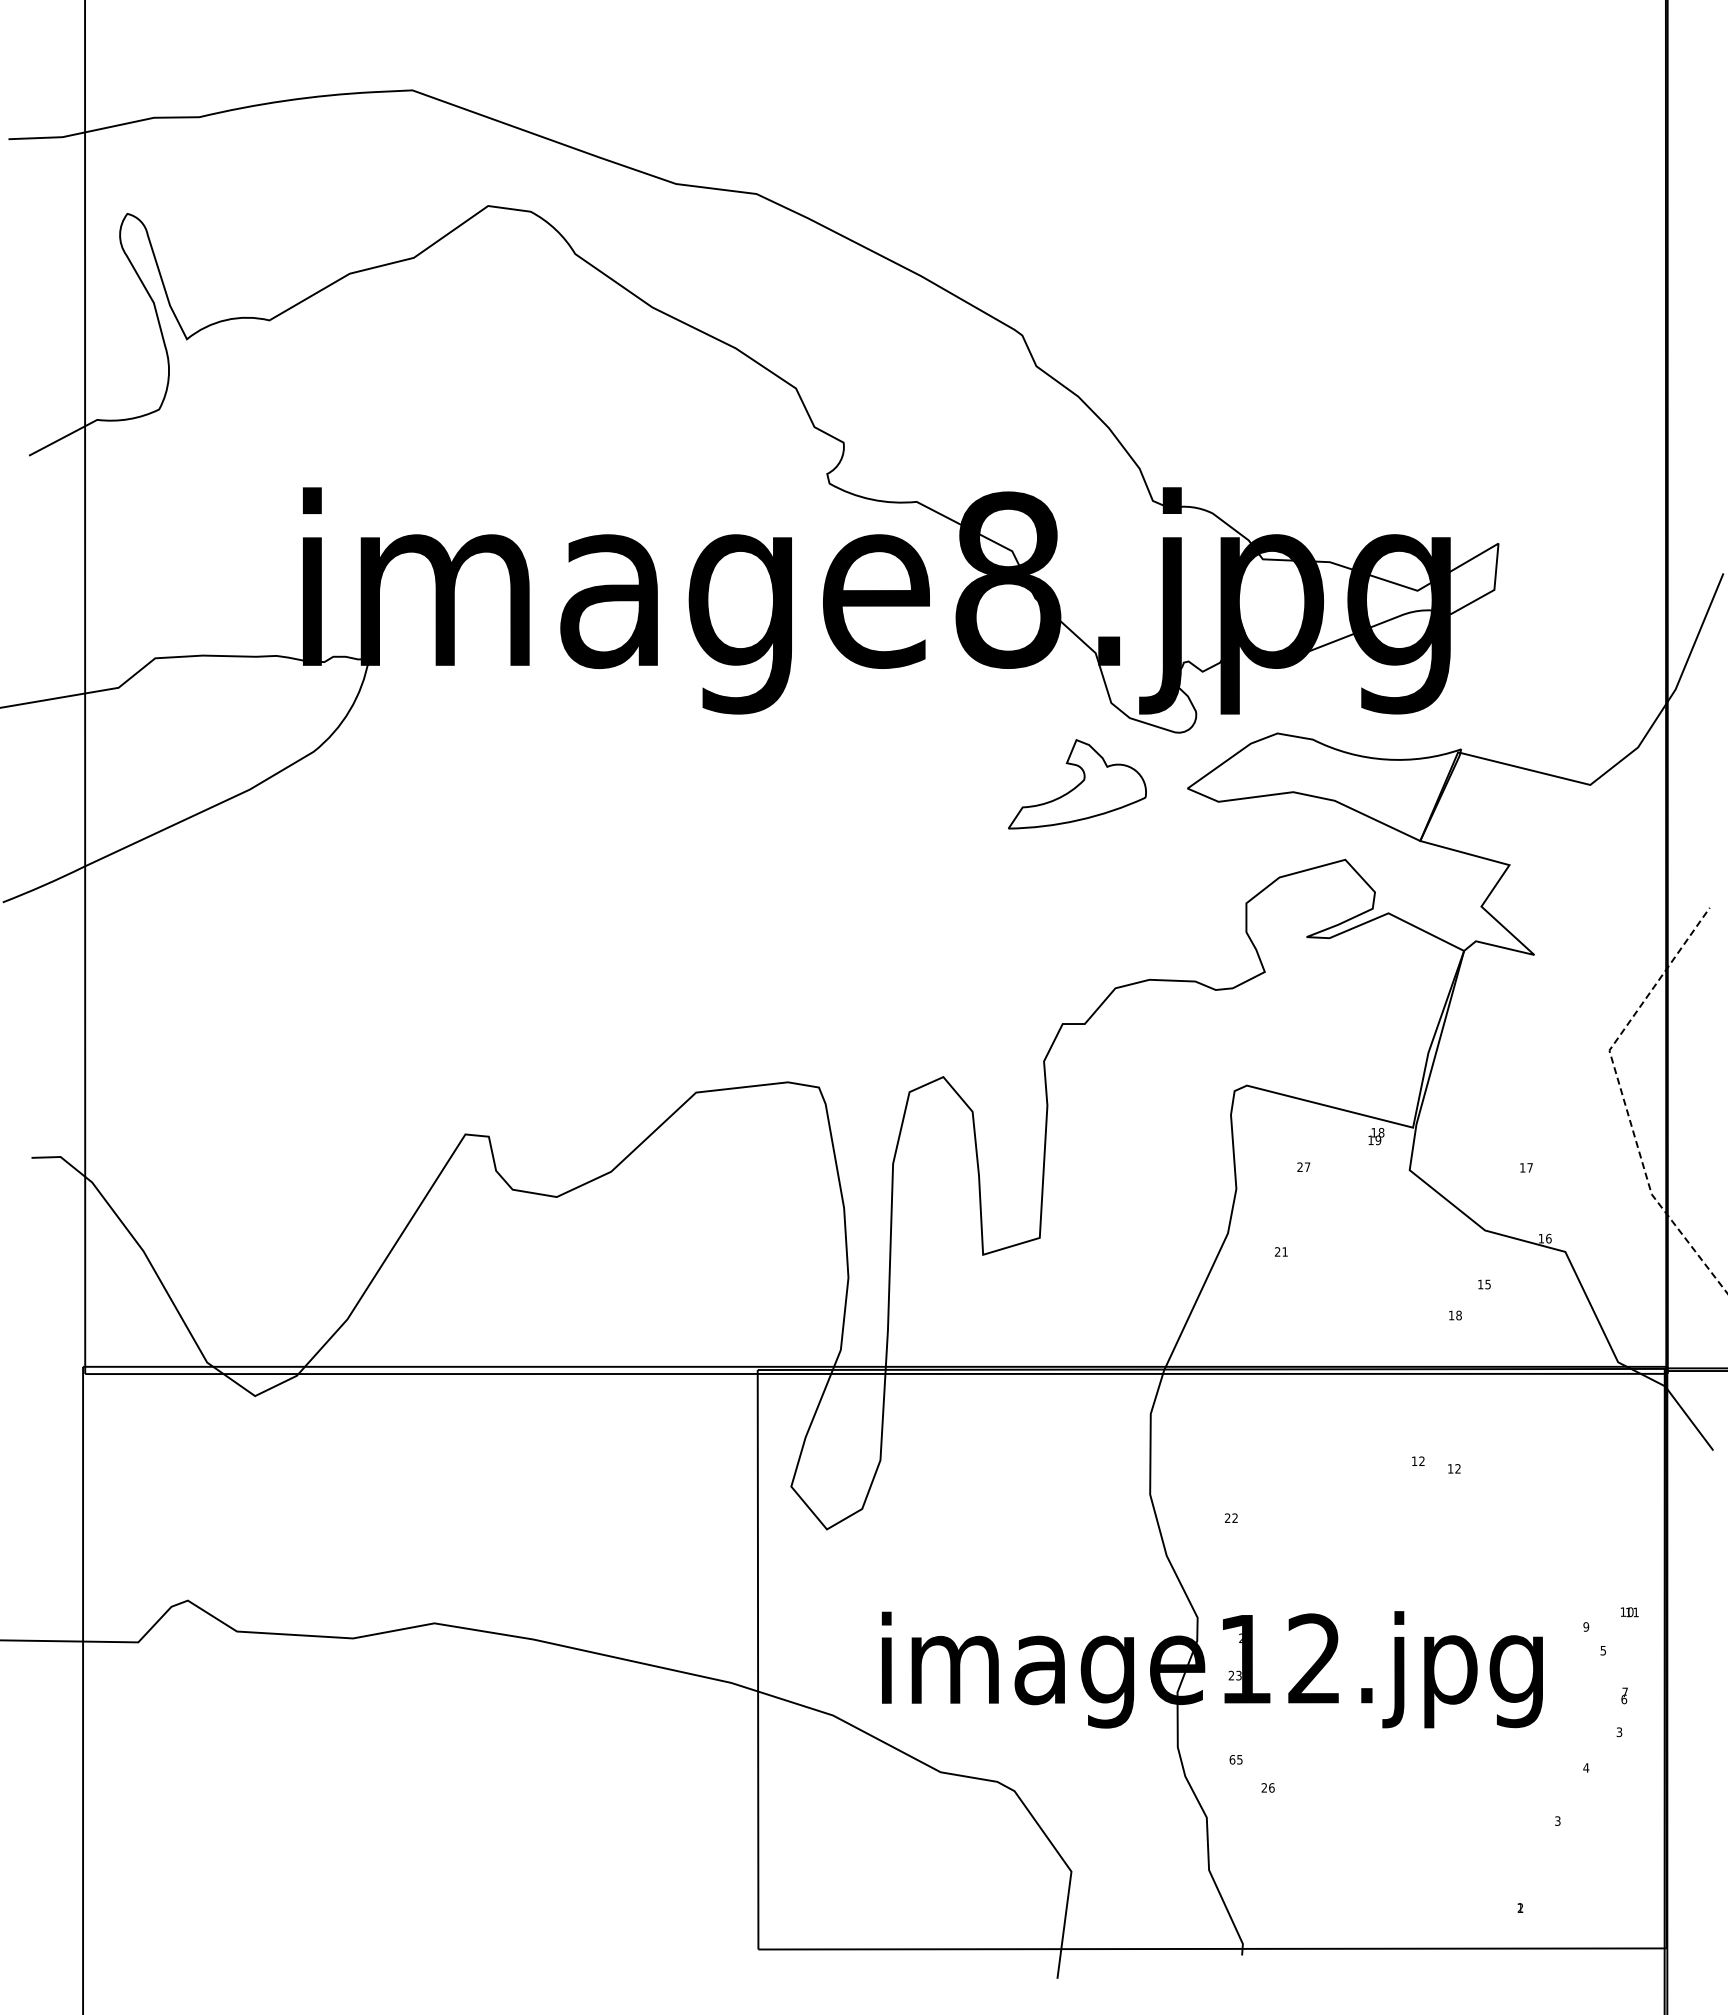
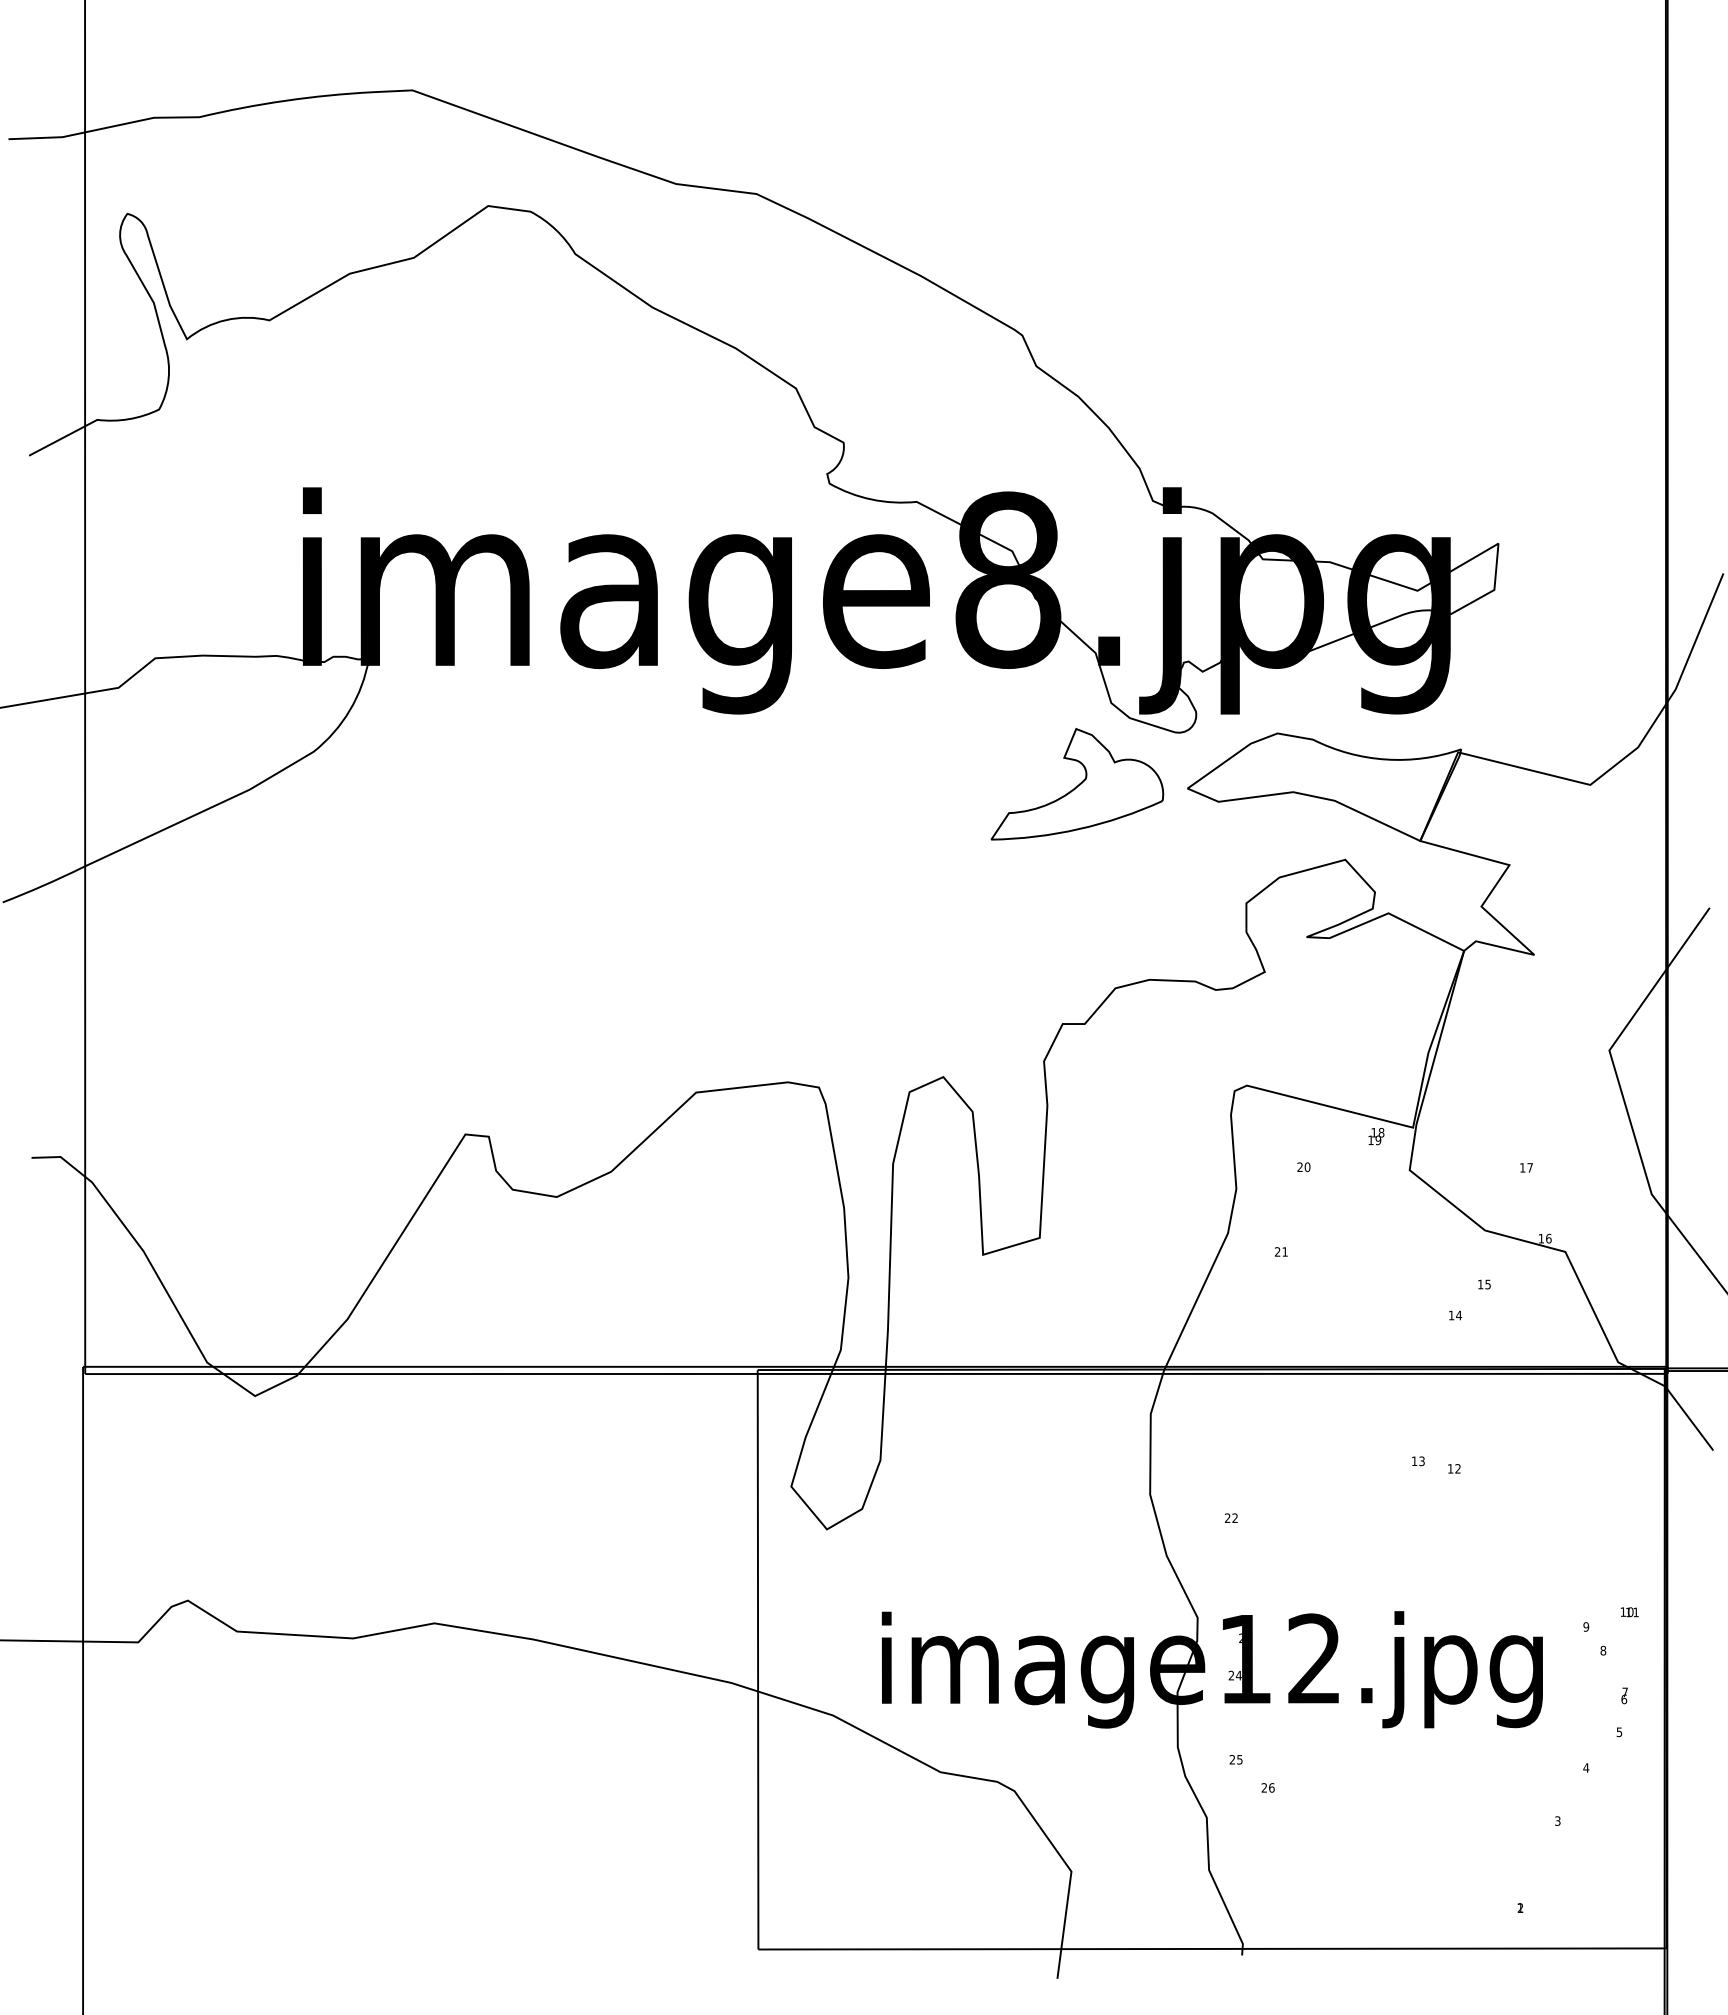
part at (1077, 784) size: 139x91 px -> 175x113 px
line at (1623, 1099): dashed -> solid
text at (1307, 1167): 27 -> 20
text at (1459, 1315): 18 -> 14
text at (1421, 1461): 12 -> 13
text at (1603, 1650): 5 -> 8
text at (1238, 1675): 23 -> 24
text at (1619, 1731): 3 -> 5
text at (1232, 1759): 65 -> 25
